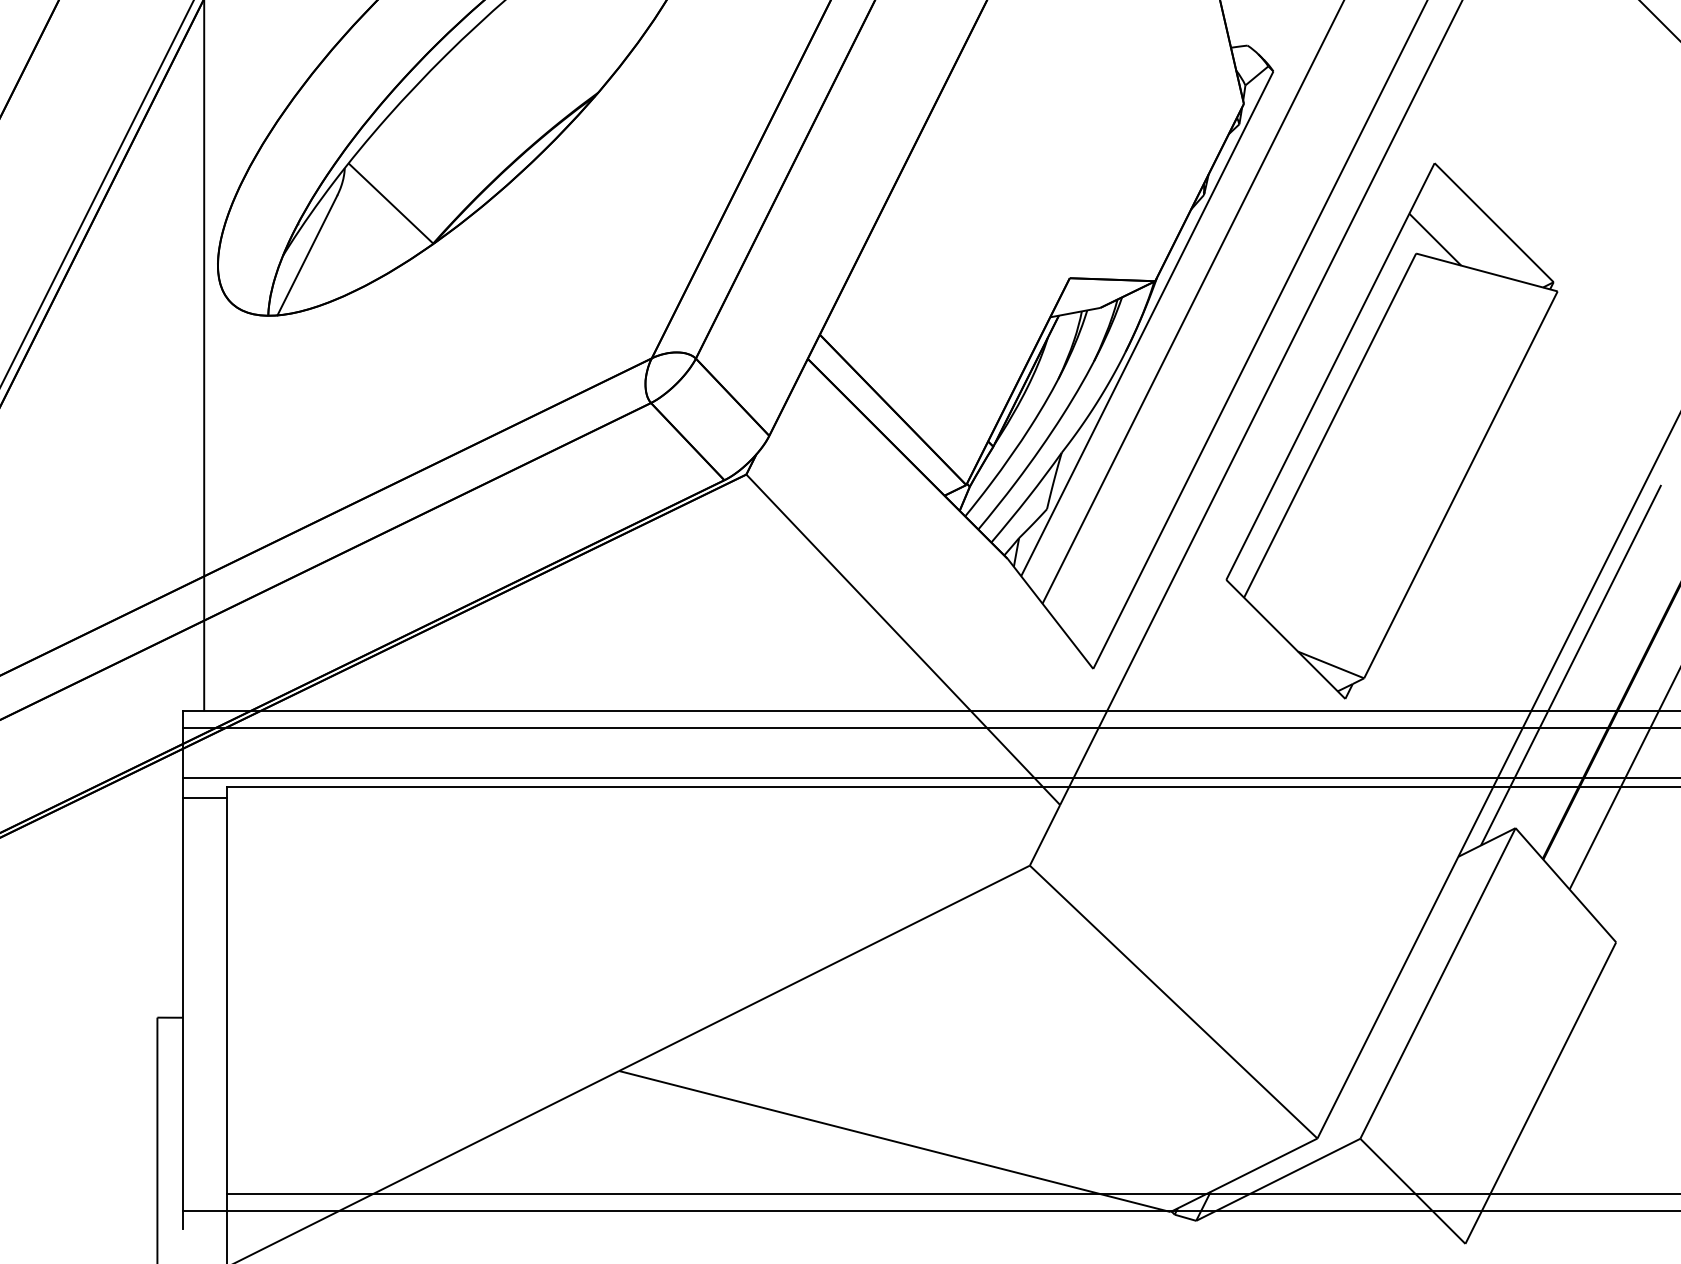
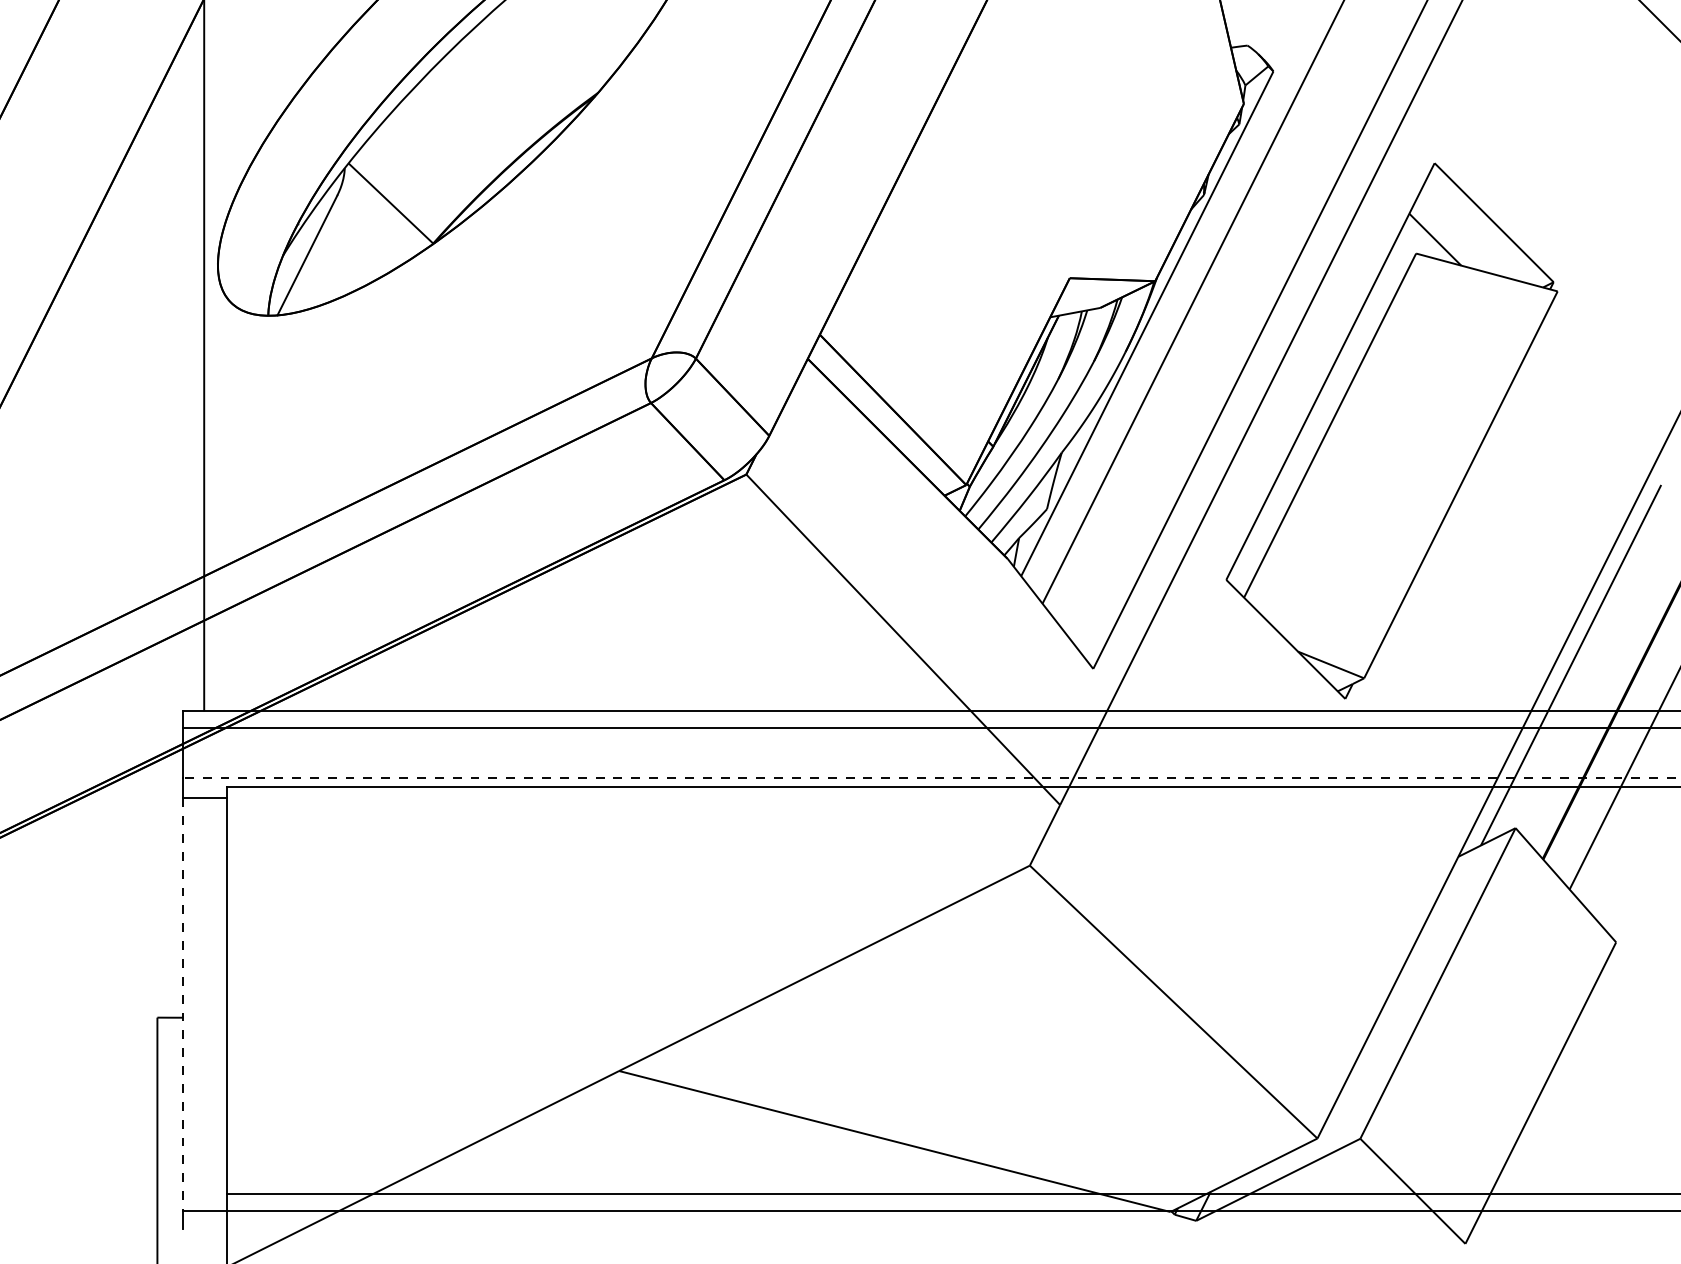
line at (97, 192): present -> none
line at (931, 778): solid -> dashed
line at (183, 1004): solid -> dashed
